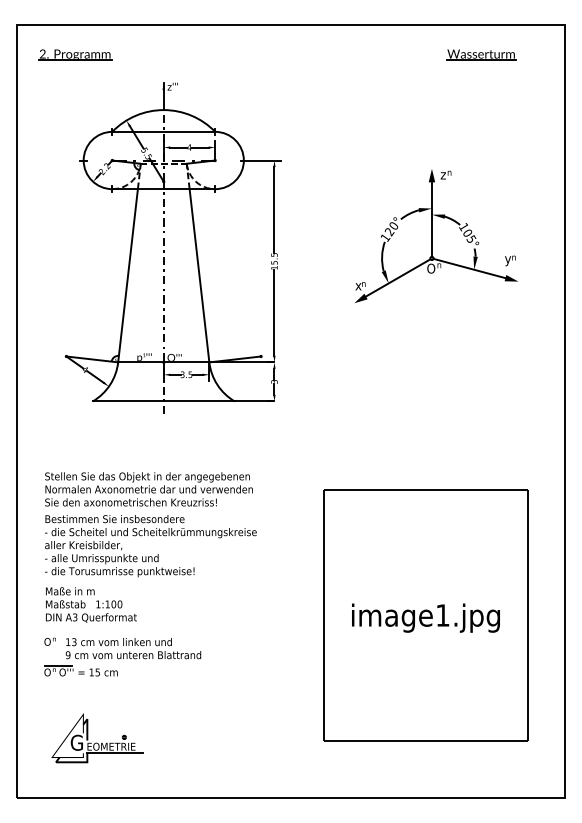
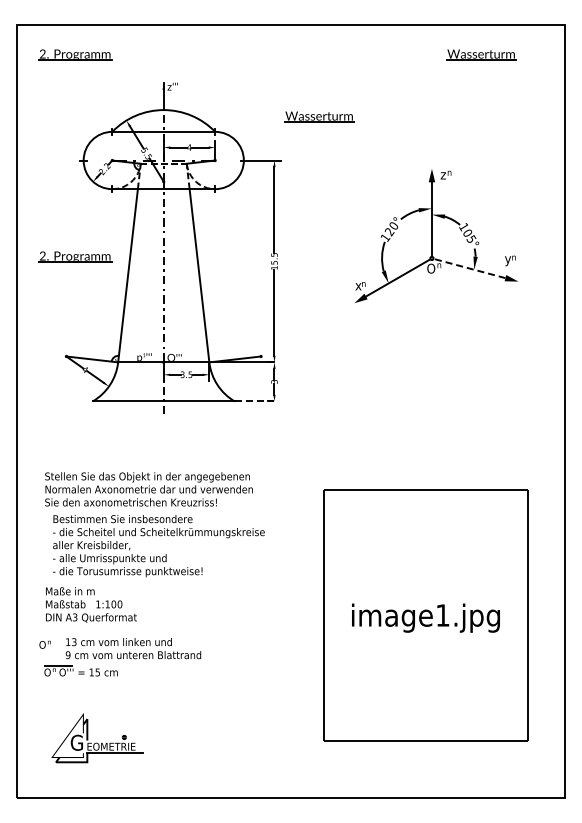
part at (319, 116): none -> present
part at (75, 256): none -> present
line at (469, 268): solid -> dashed
line at (254, 401): solid -> dashed
text at (150, 546) position: (150, 546) -> (158, 546)
text at (49, 641) position: (49, 641) -> (44, 644)
